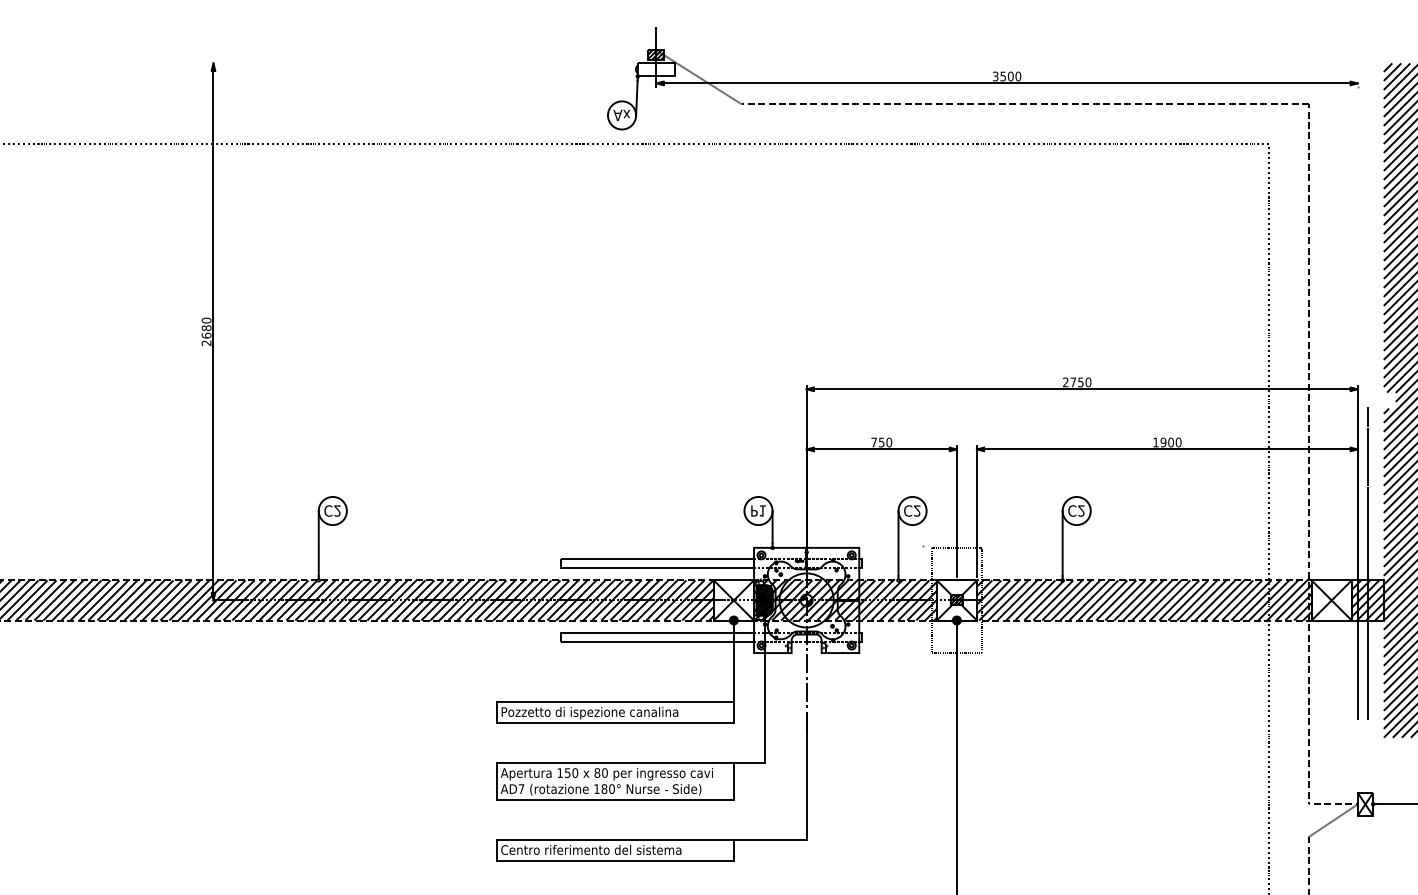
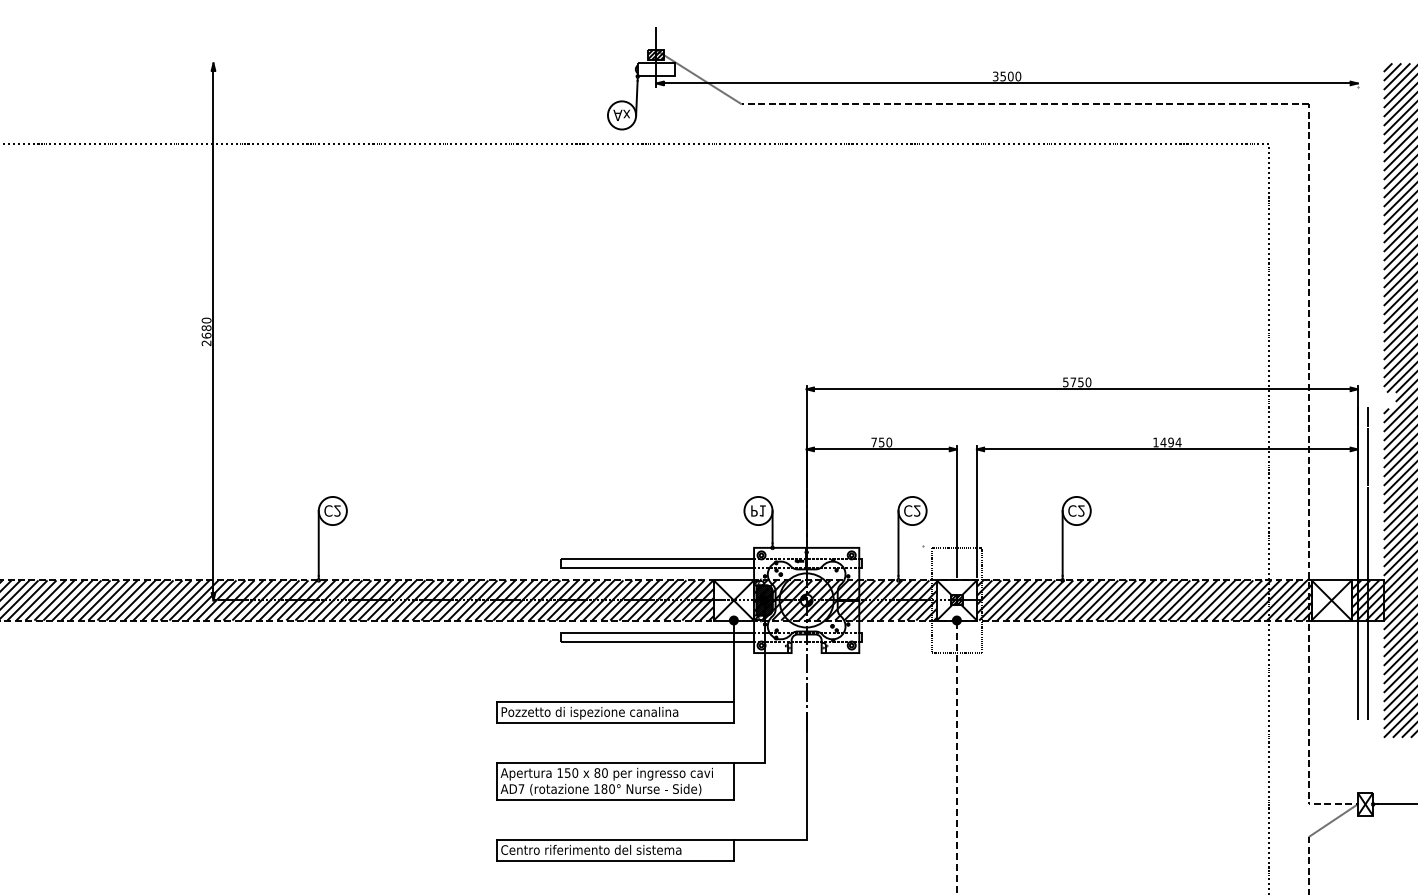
text at (1065, 382): 2750 -> 5750
text at (1170, 442): 1900 -> 1494
line at (956, 757): solid -> dashed
